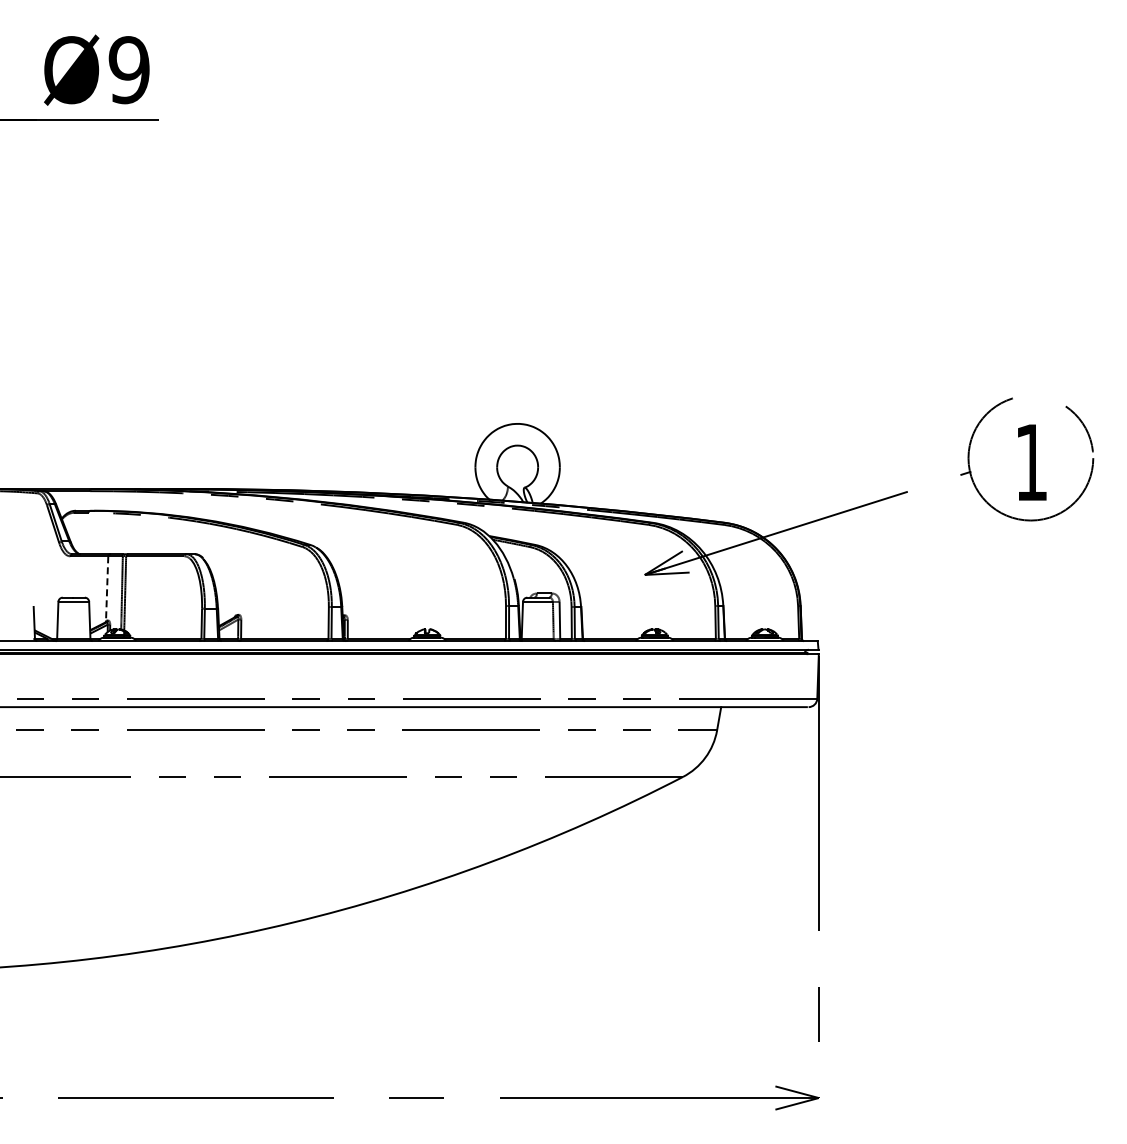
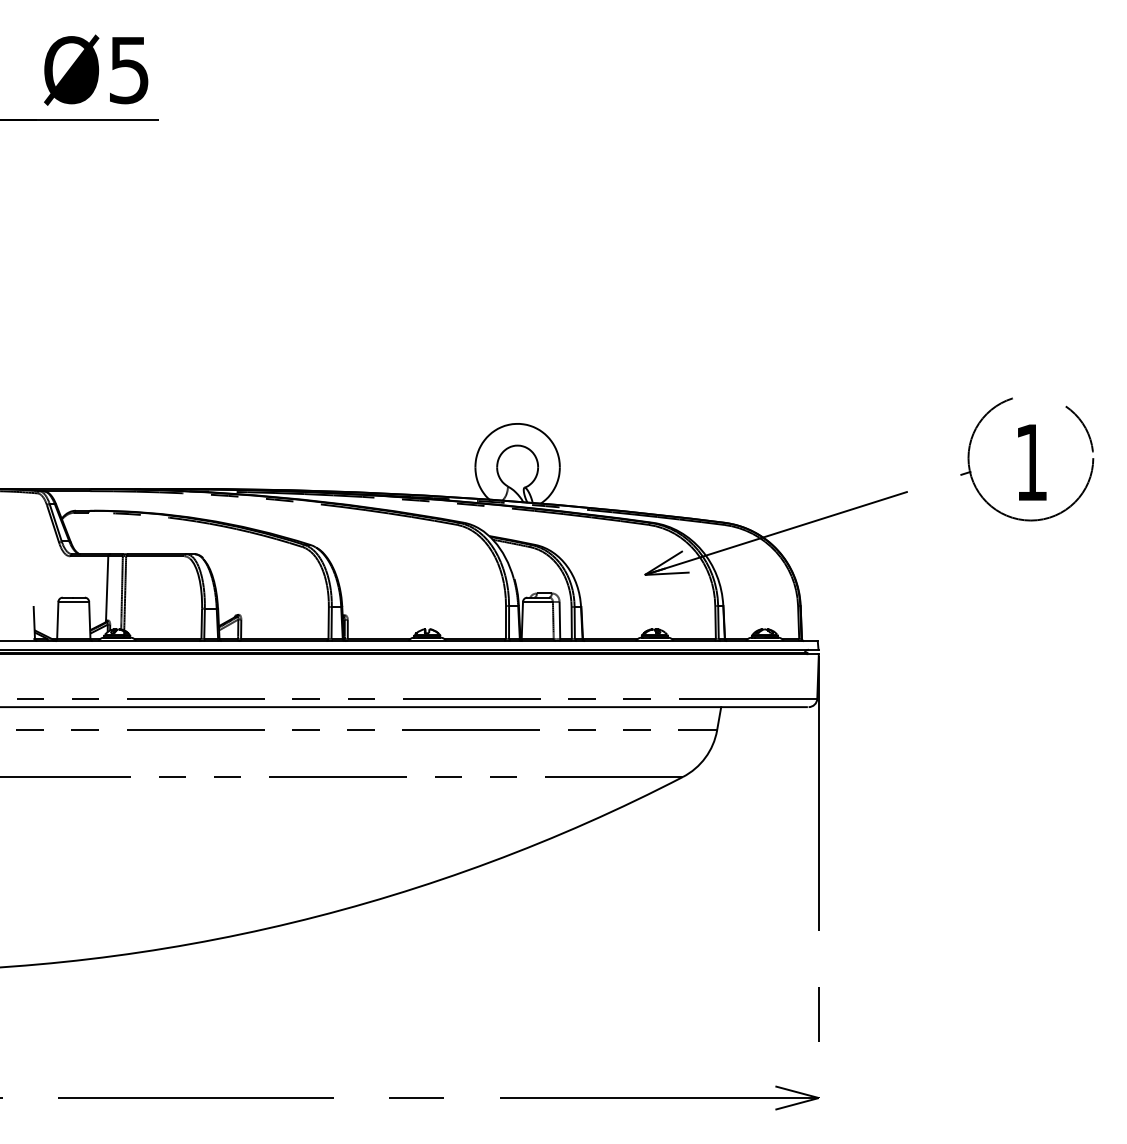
text at (128, 70): Ø9 -> Ø5
line at (107, 589): dashed -> solid
